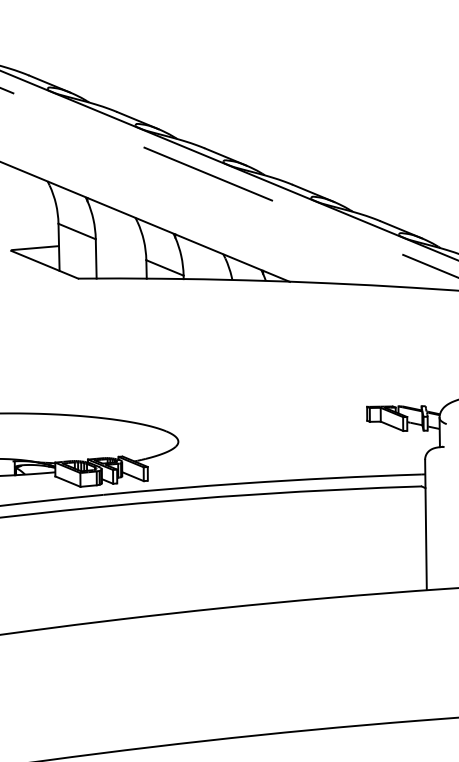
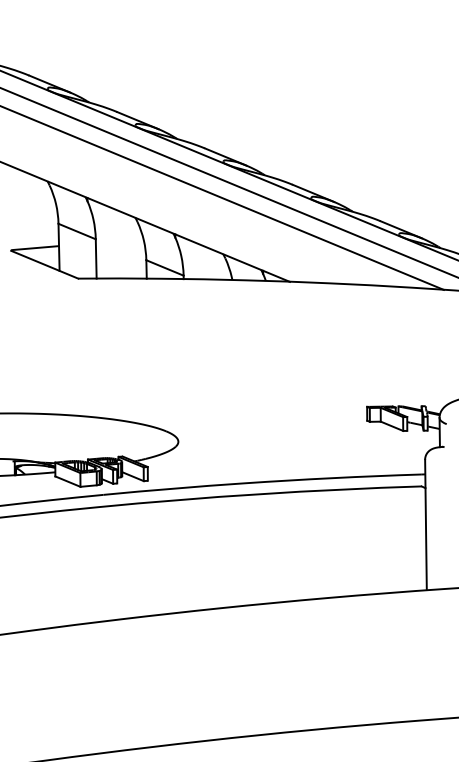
line at (229, 183): dashed -> solid
line at (222, 197): none -> present
